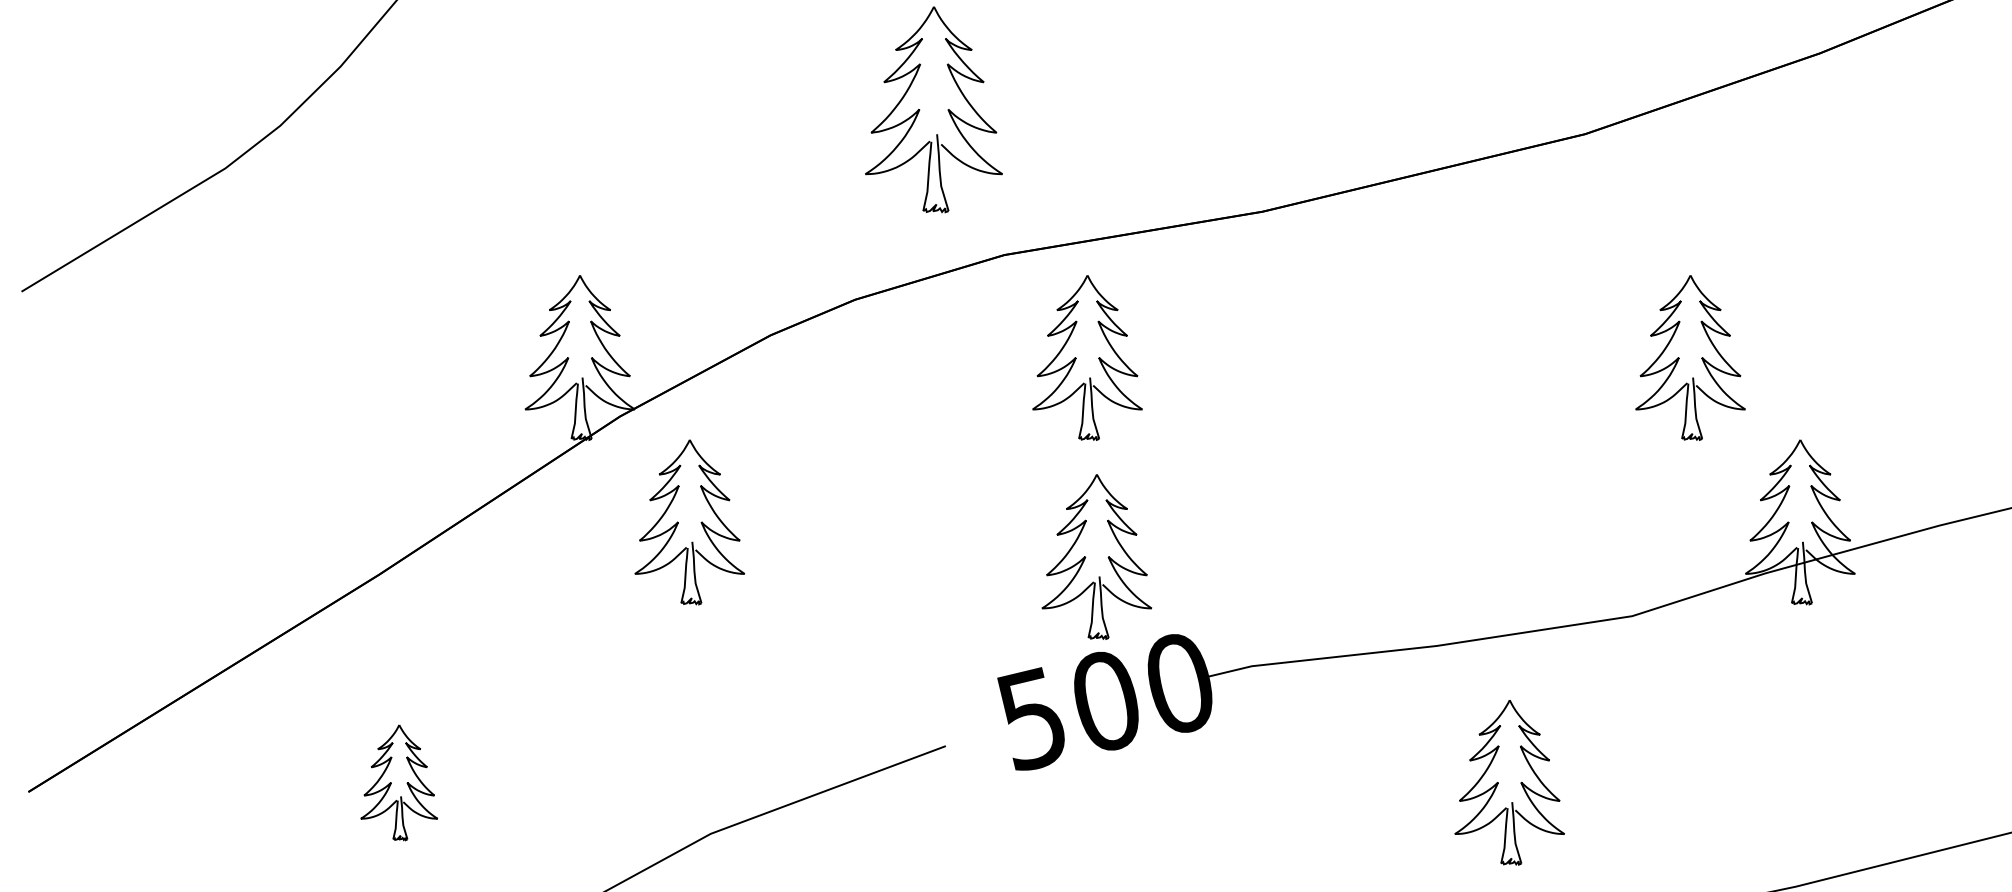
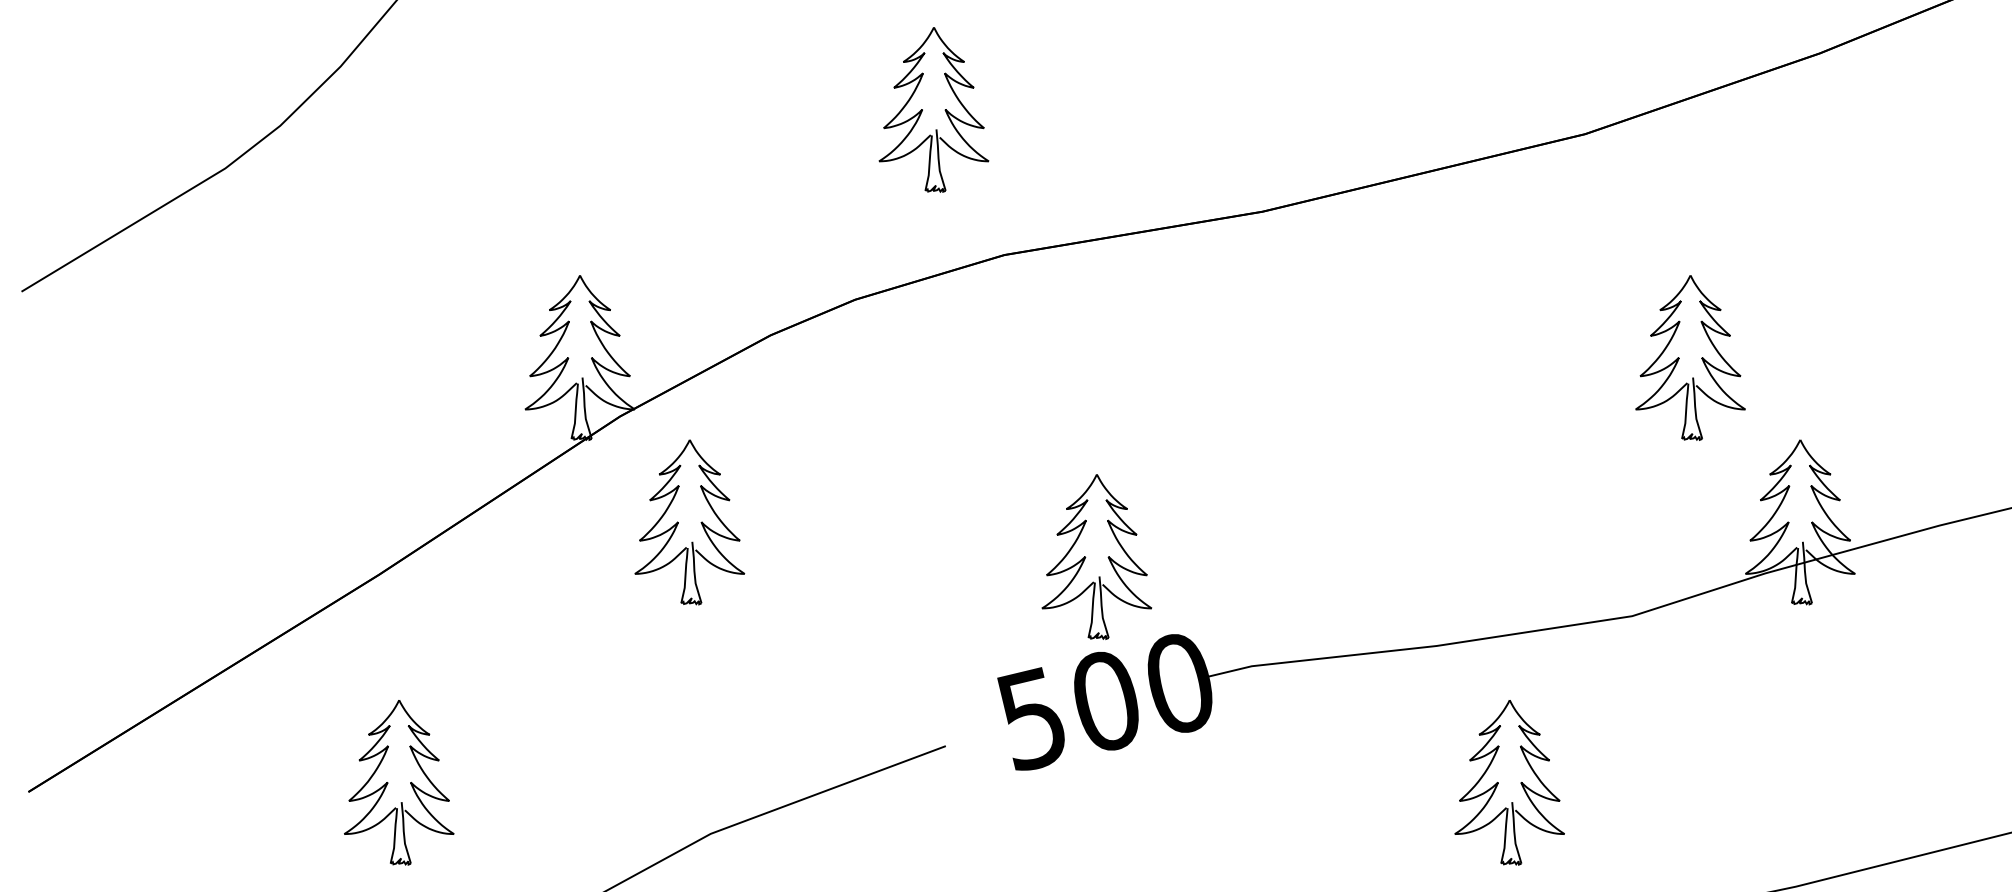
part at (933, 109) size: 138x208 px -> 112x166 px
part at (1087, 357): present -> none
part at (398, 782) size: 78x118 px -> 111x166 px
